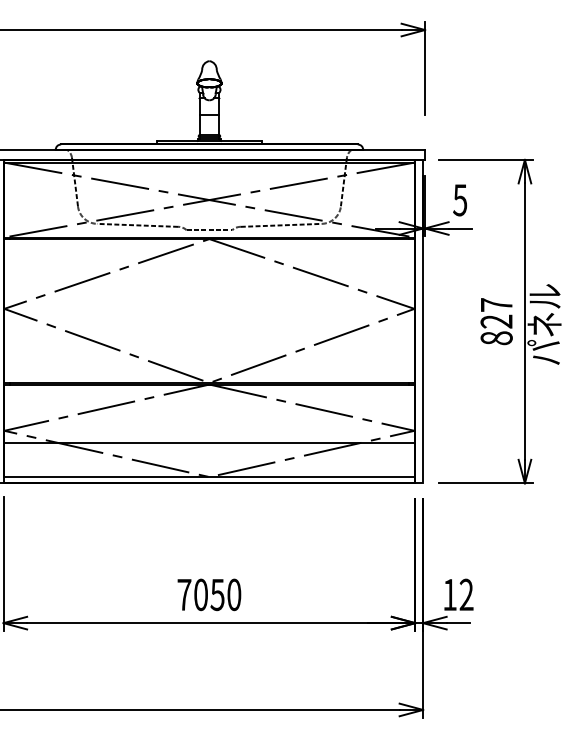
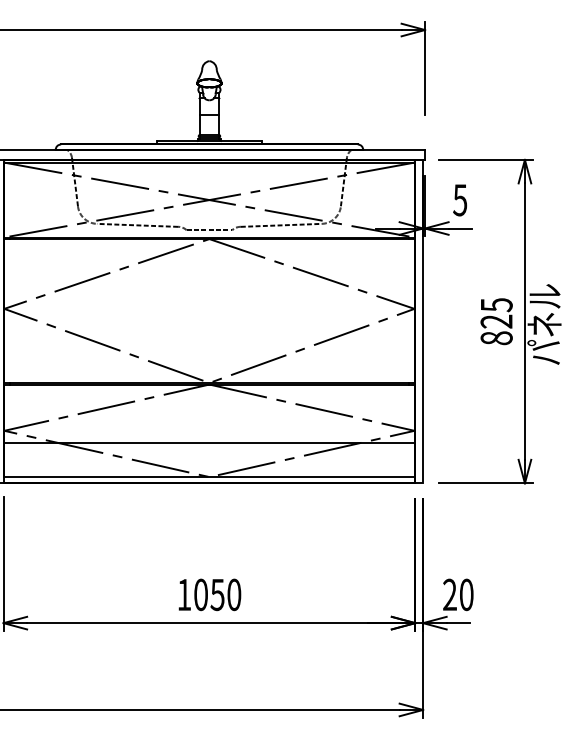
text at (496, 305): 827 -> 825
text at (184, 594): 7050 -> 1050
text at (458, 594): 12 -> 20
